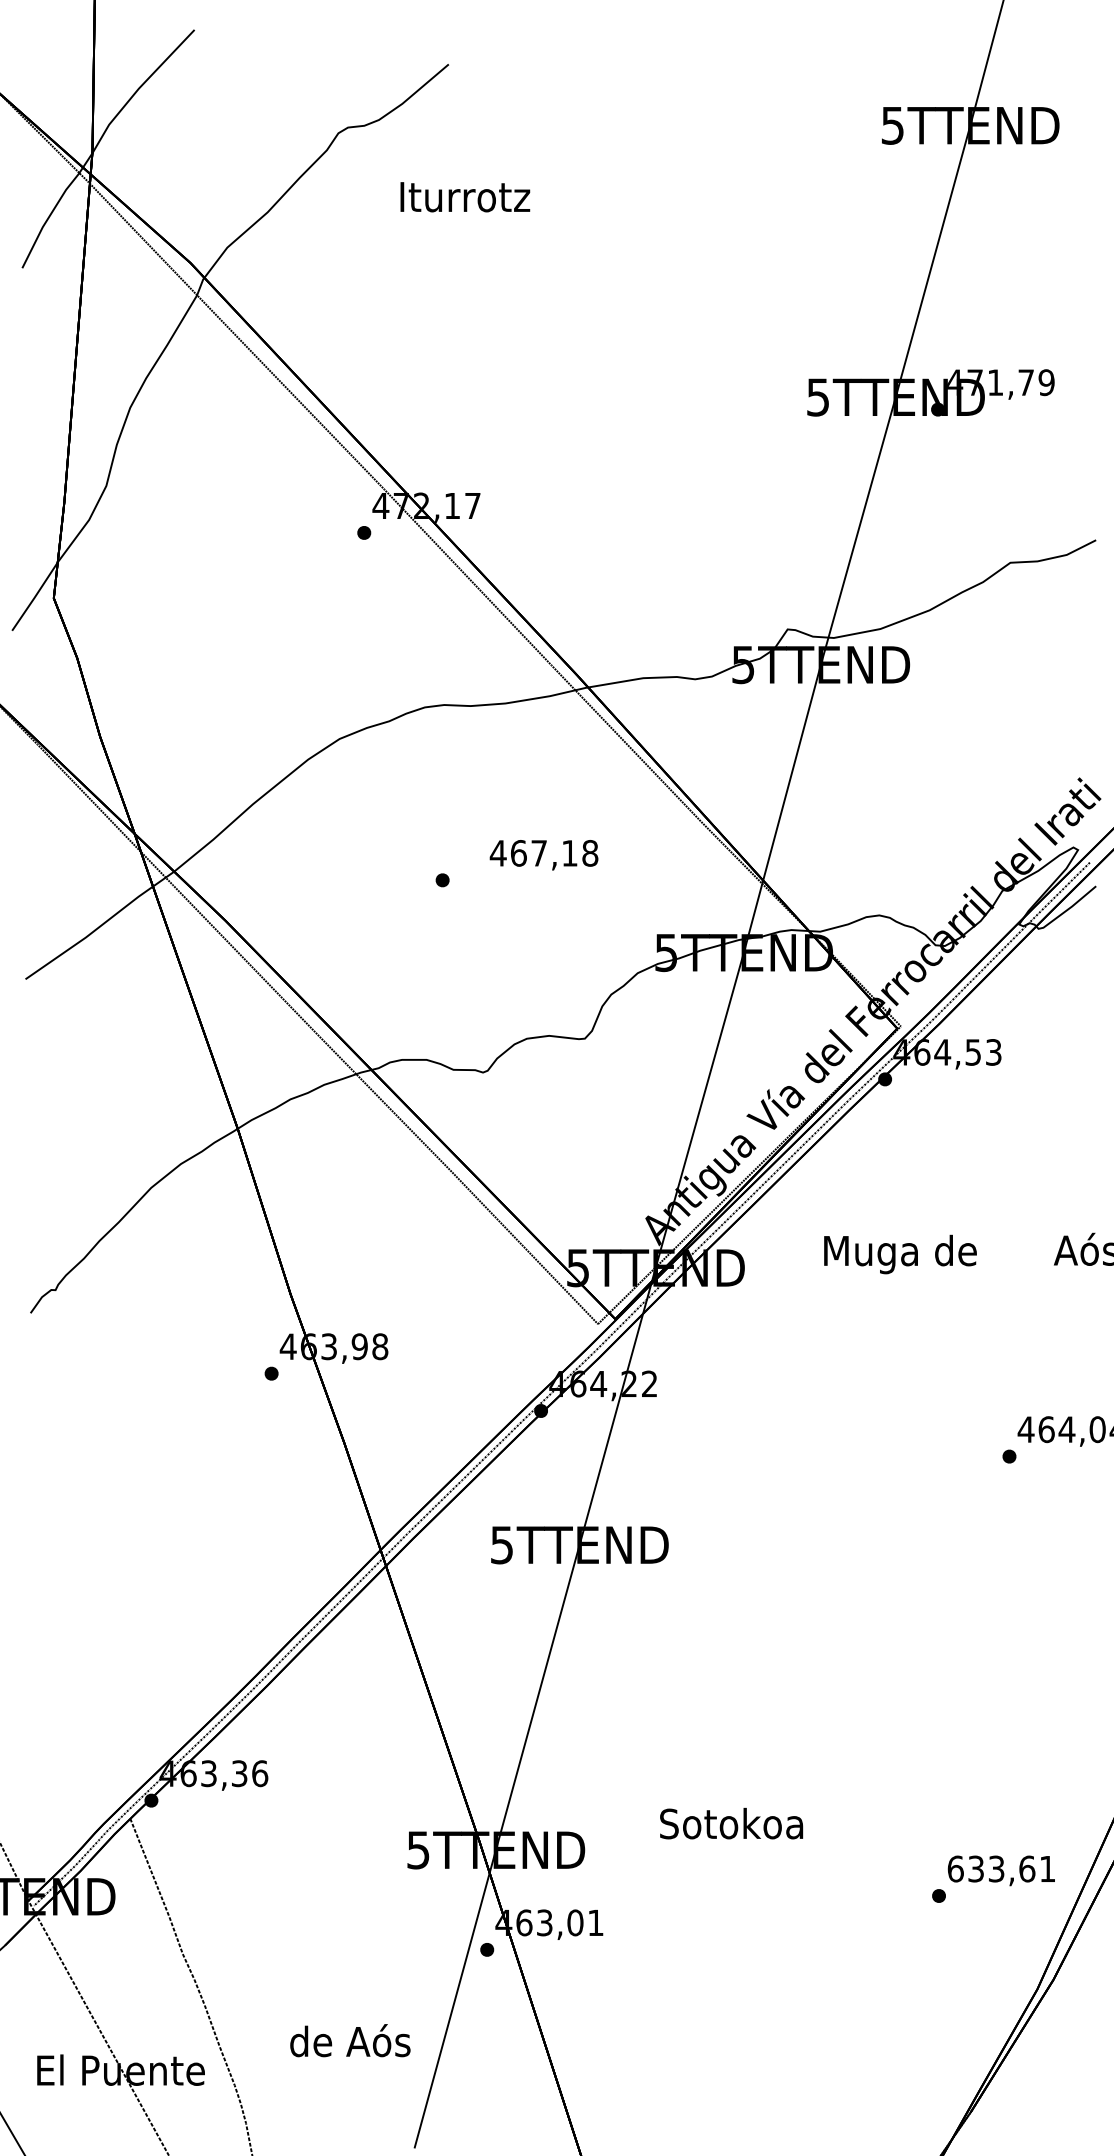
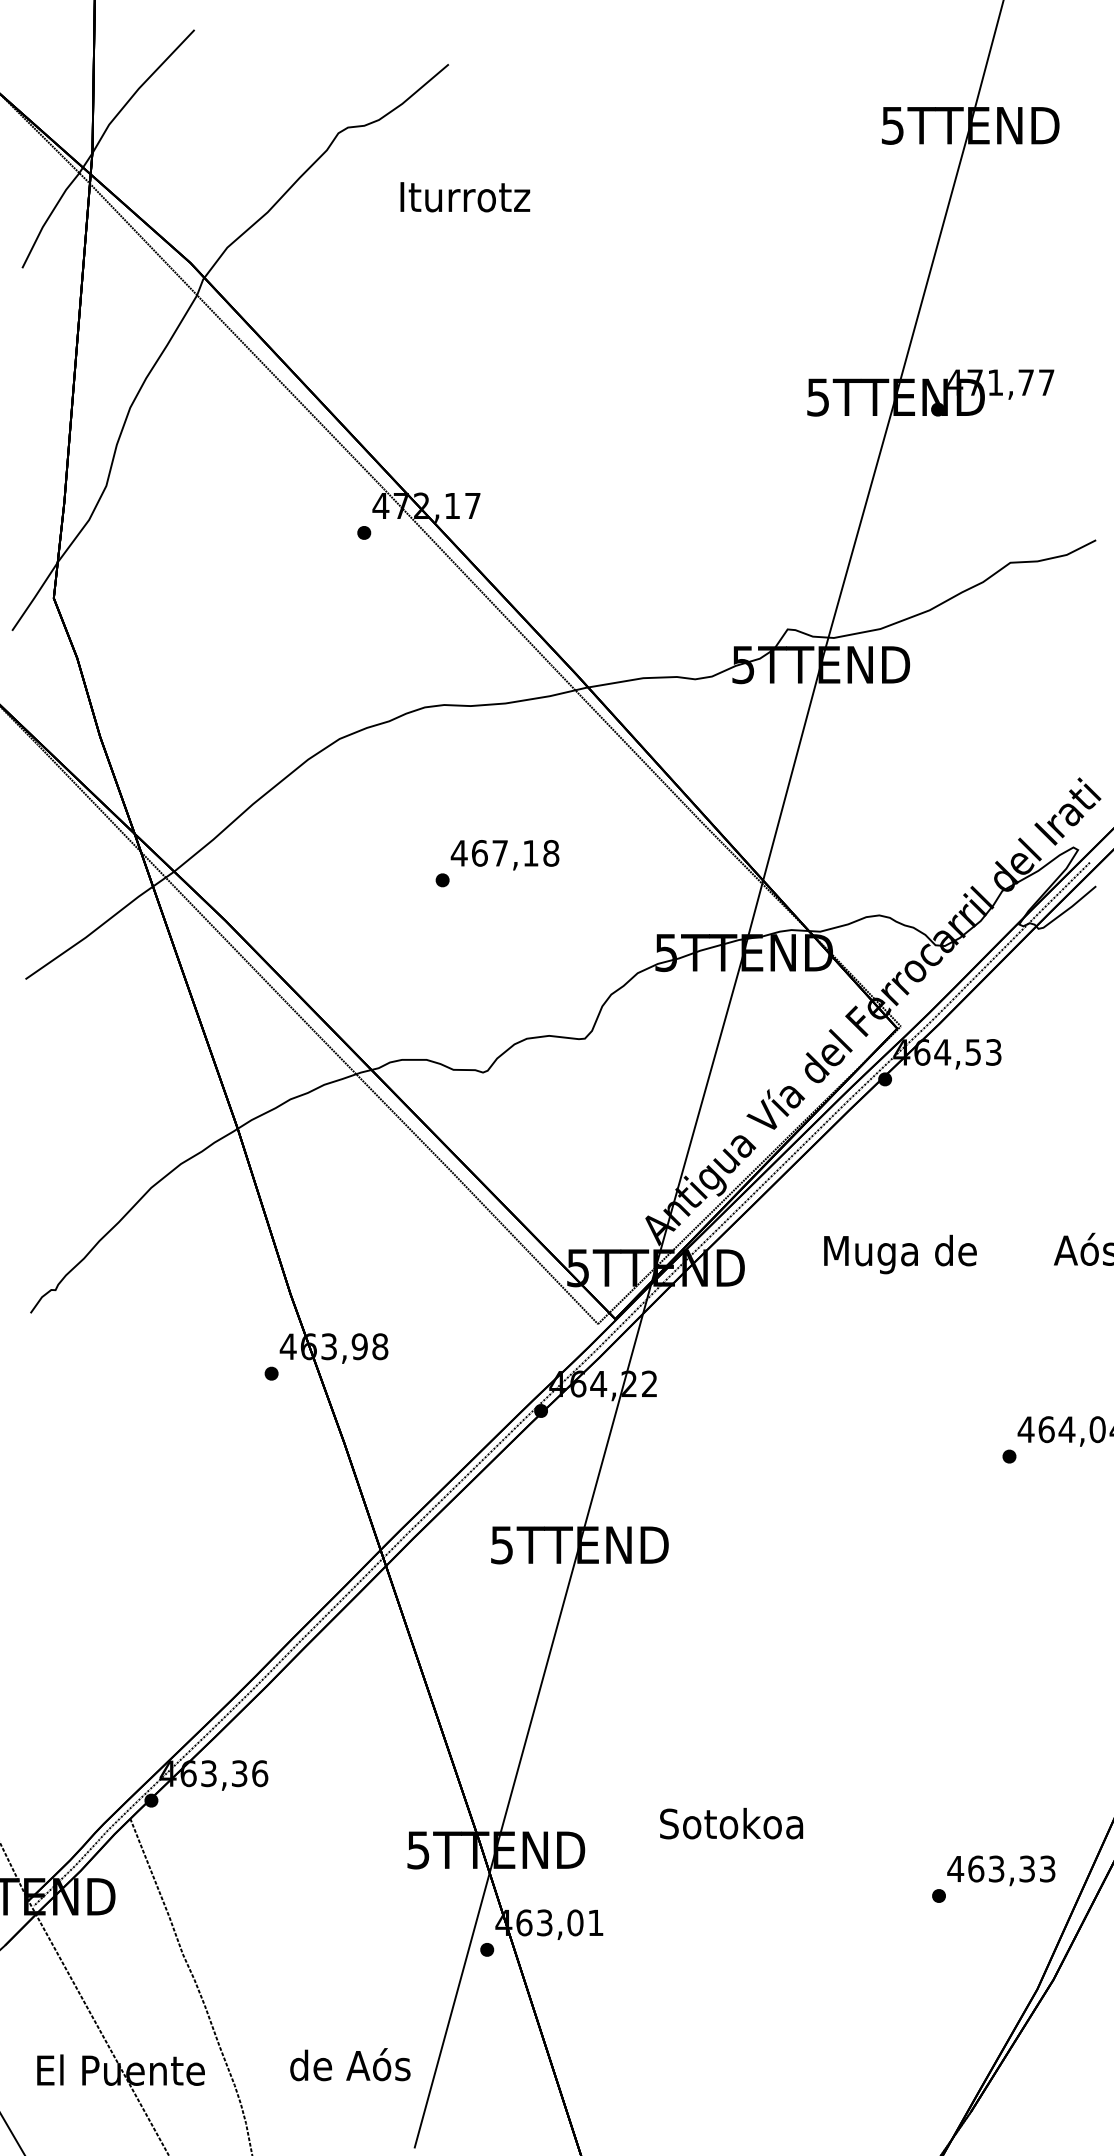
text at (1046, 382): 471,79 -> 471,77
text at (543, 855) position: (543, 855) -> (504, 855)
text at (1001, 1868): 633,61 -> 463,33
text at (350, 2040) position: (350, 2040) -> (350, 2064)
